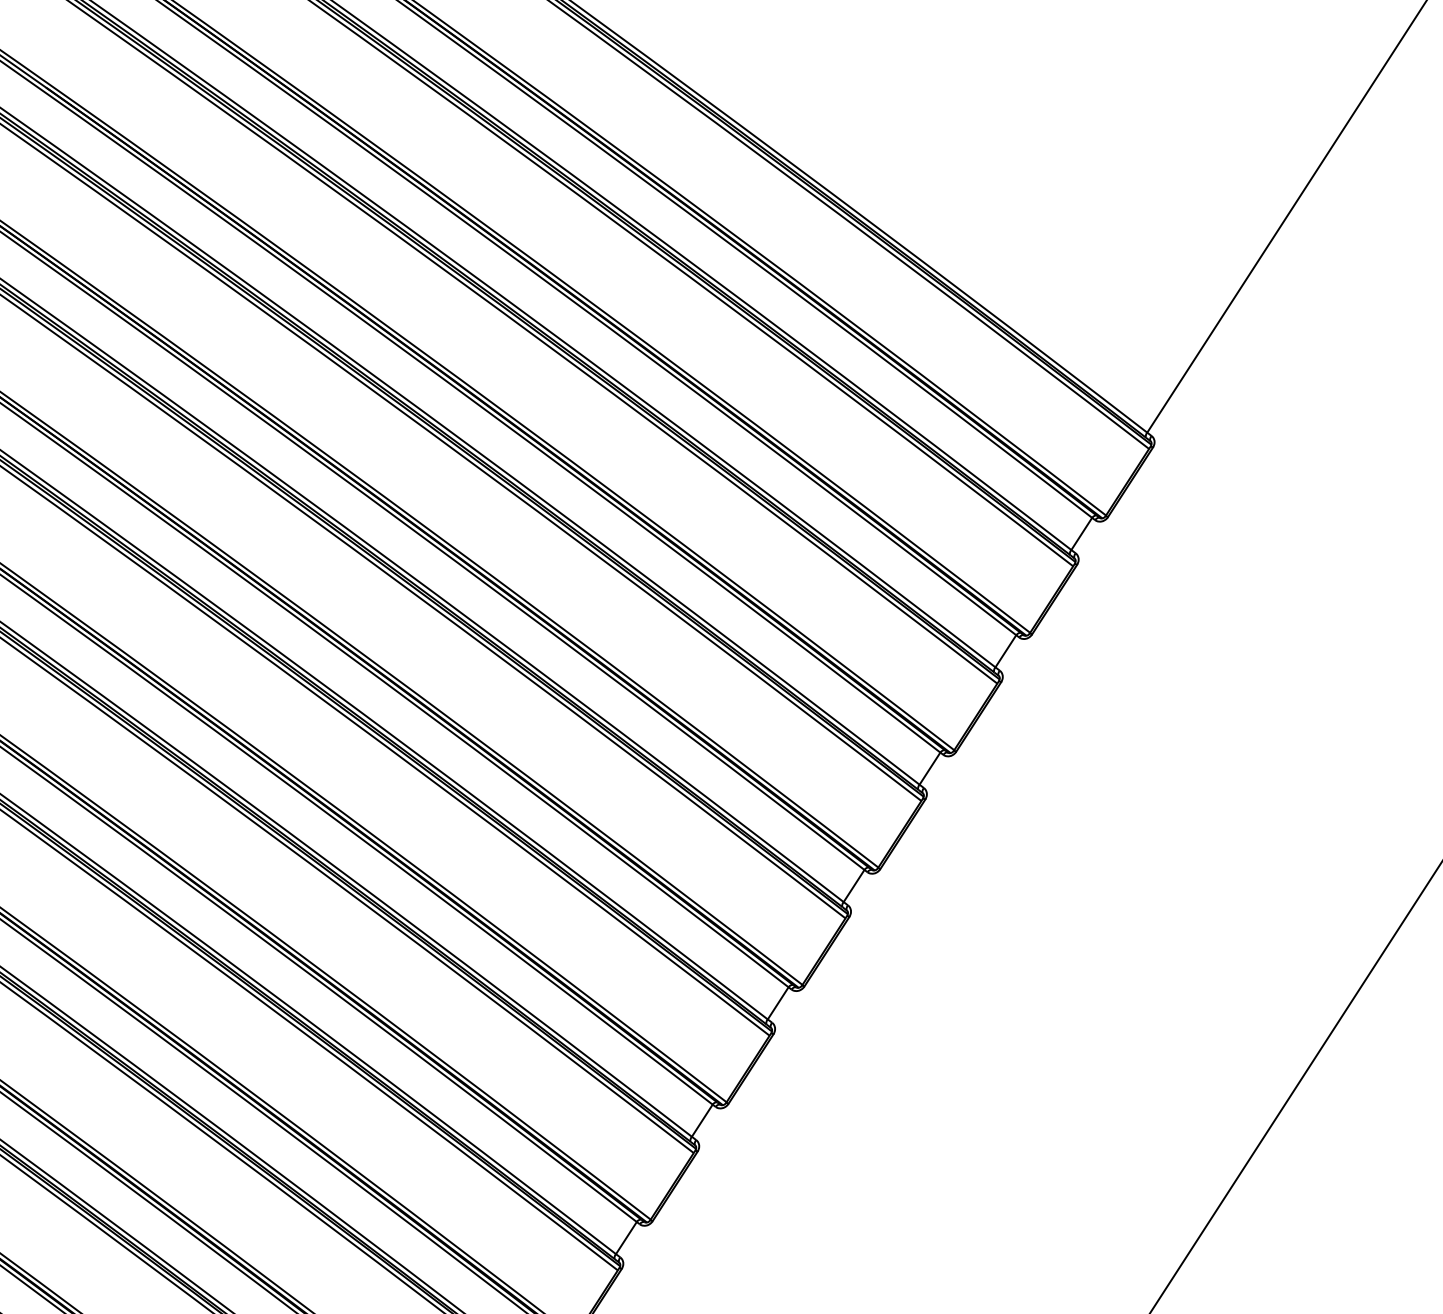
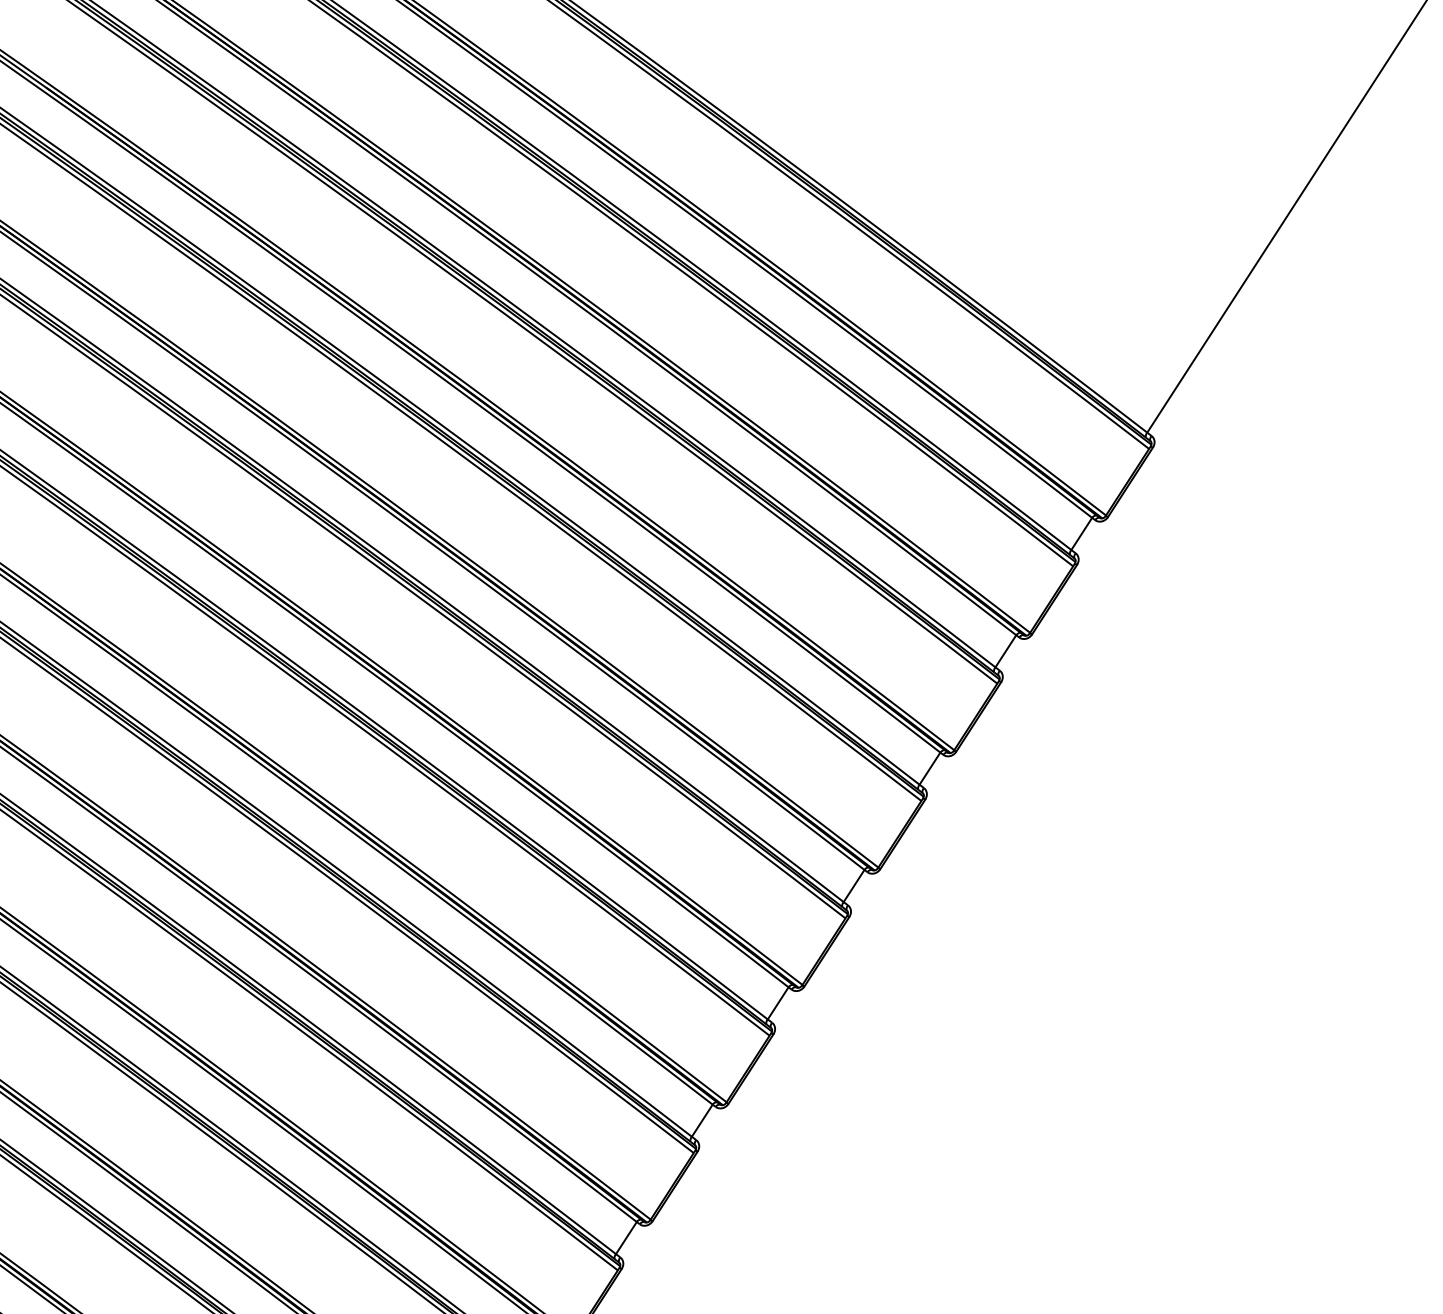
line at (1295, 1087): present -> none
